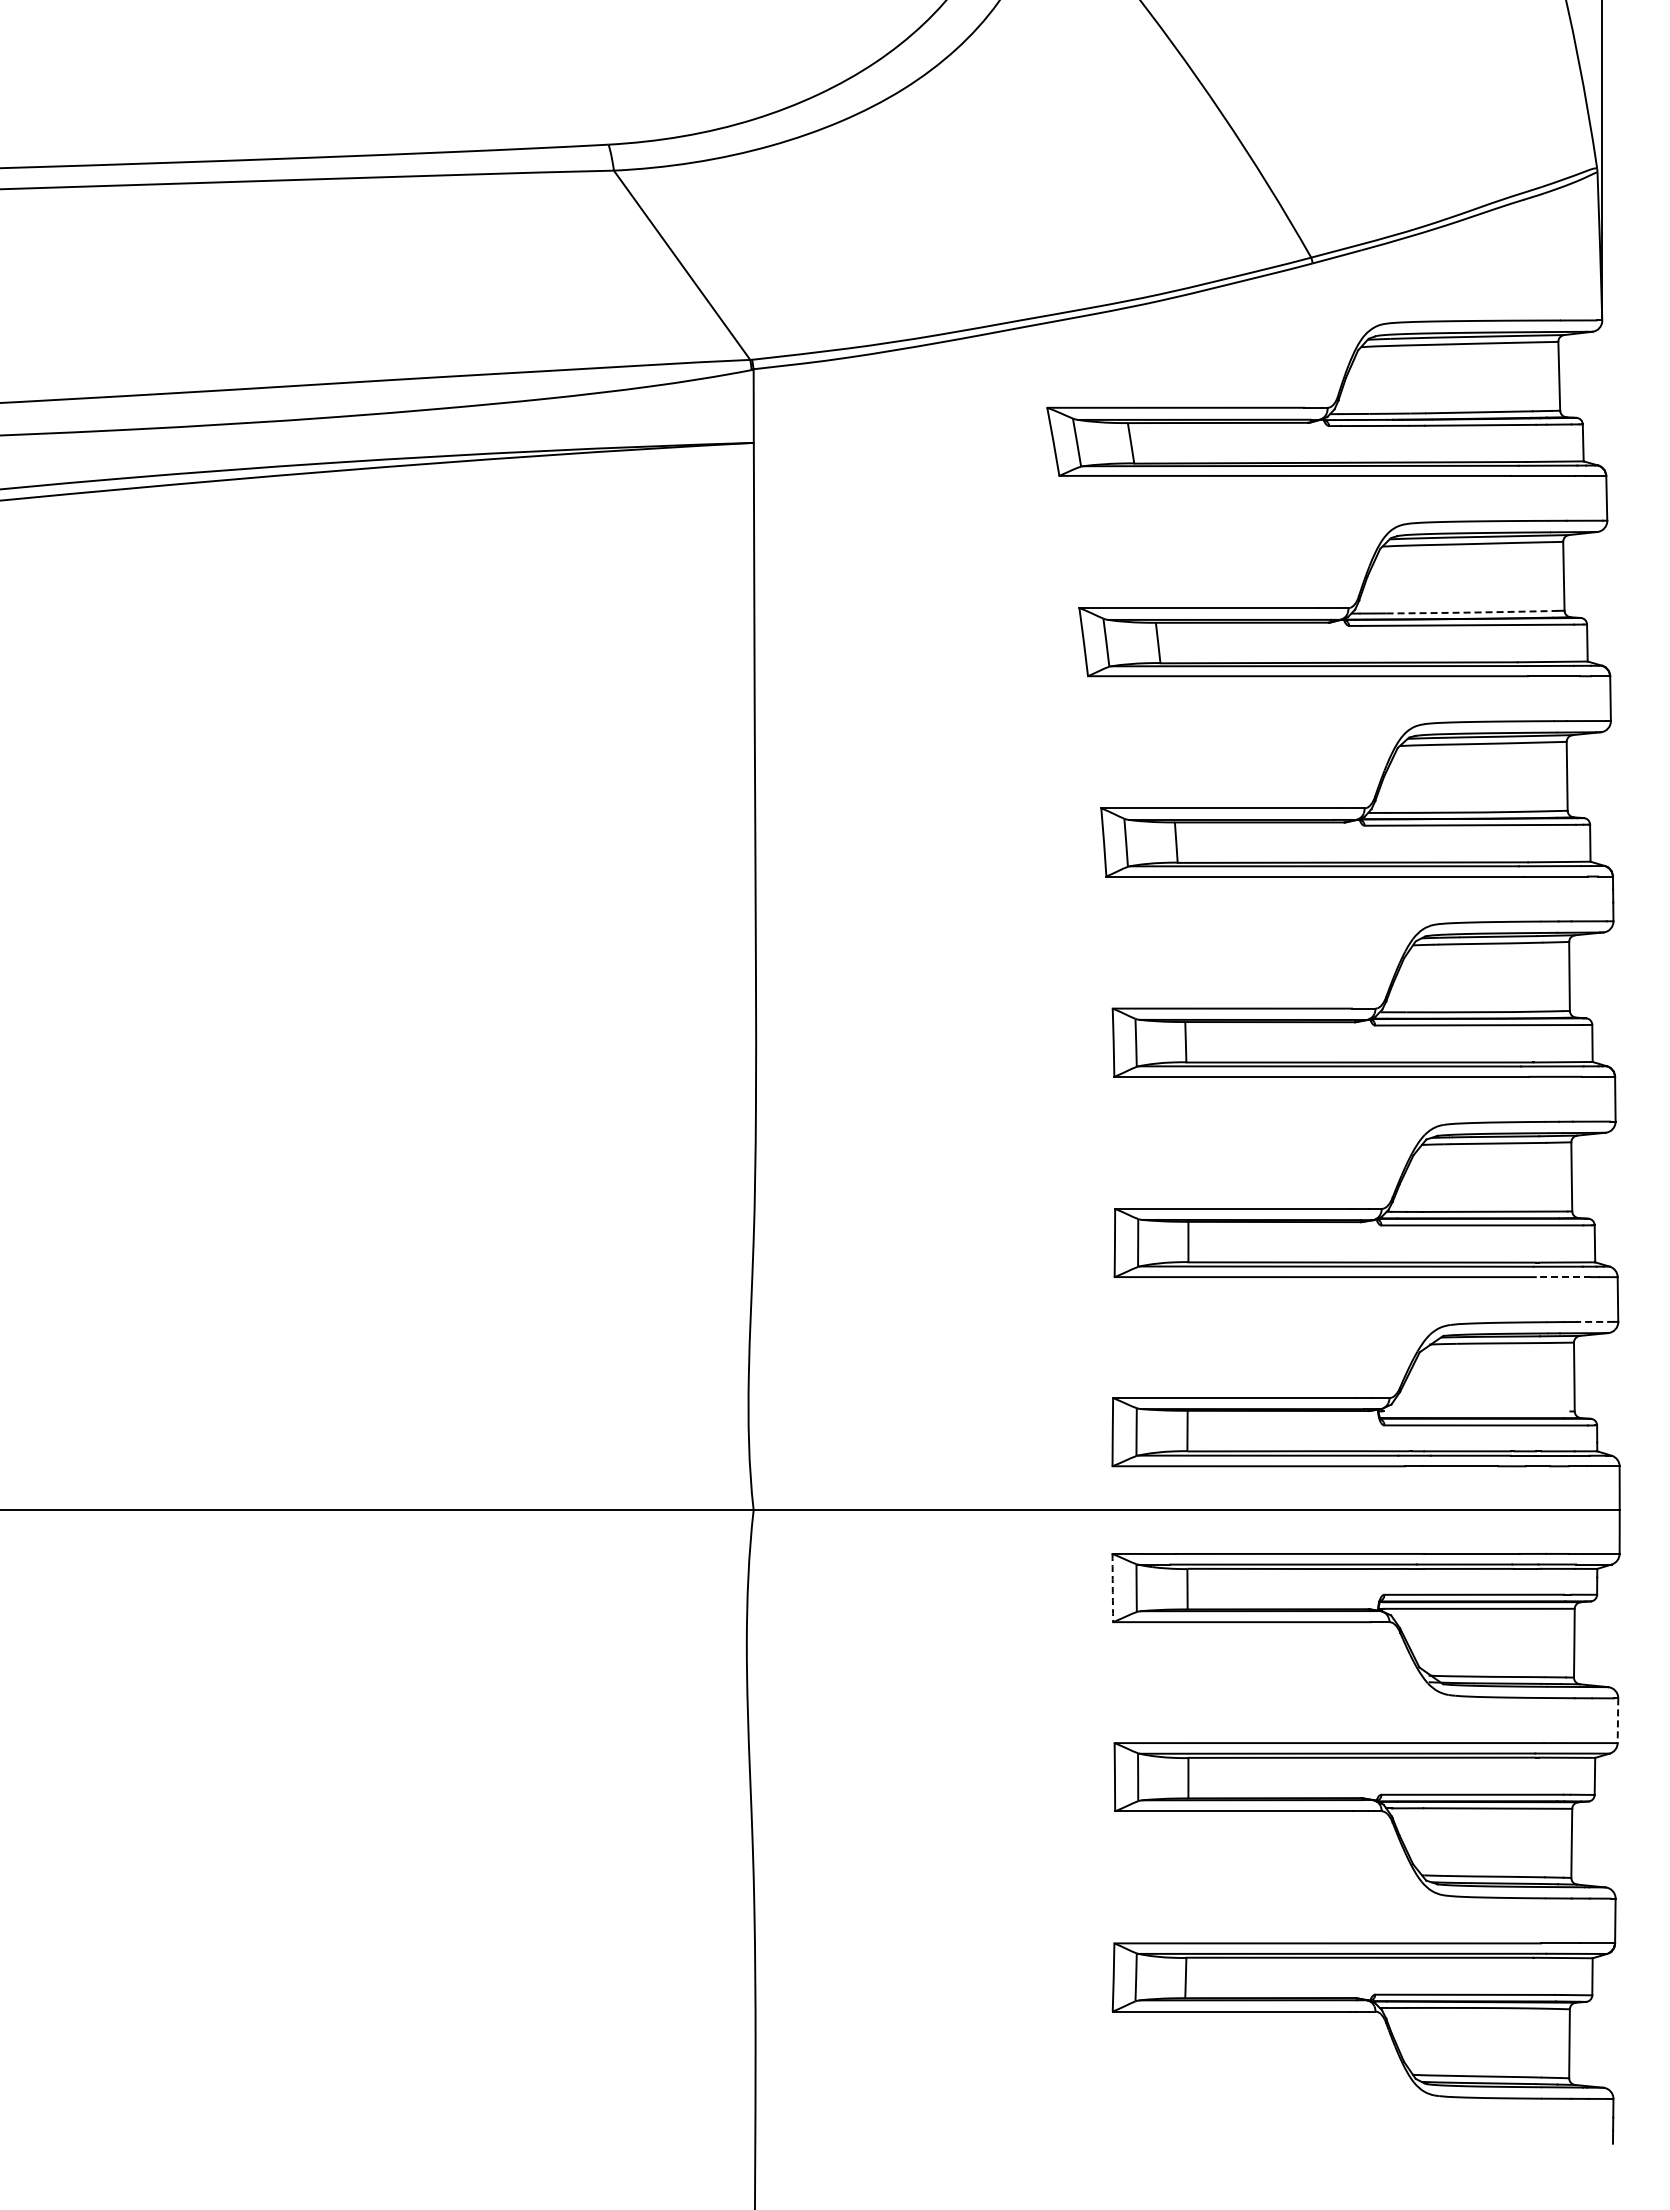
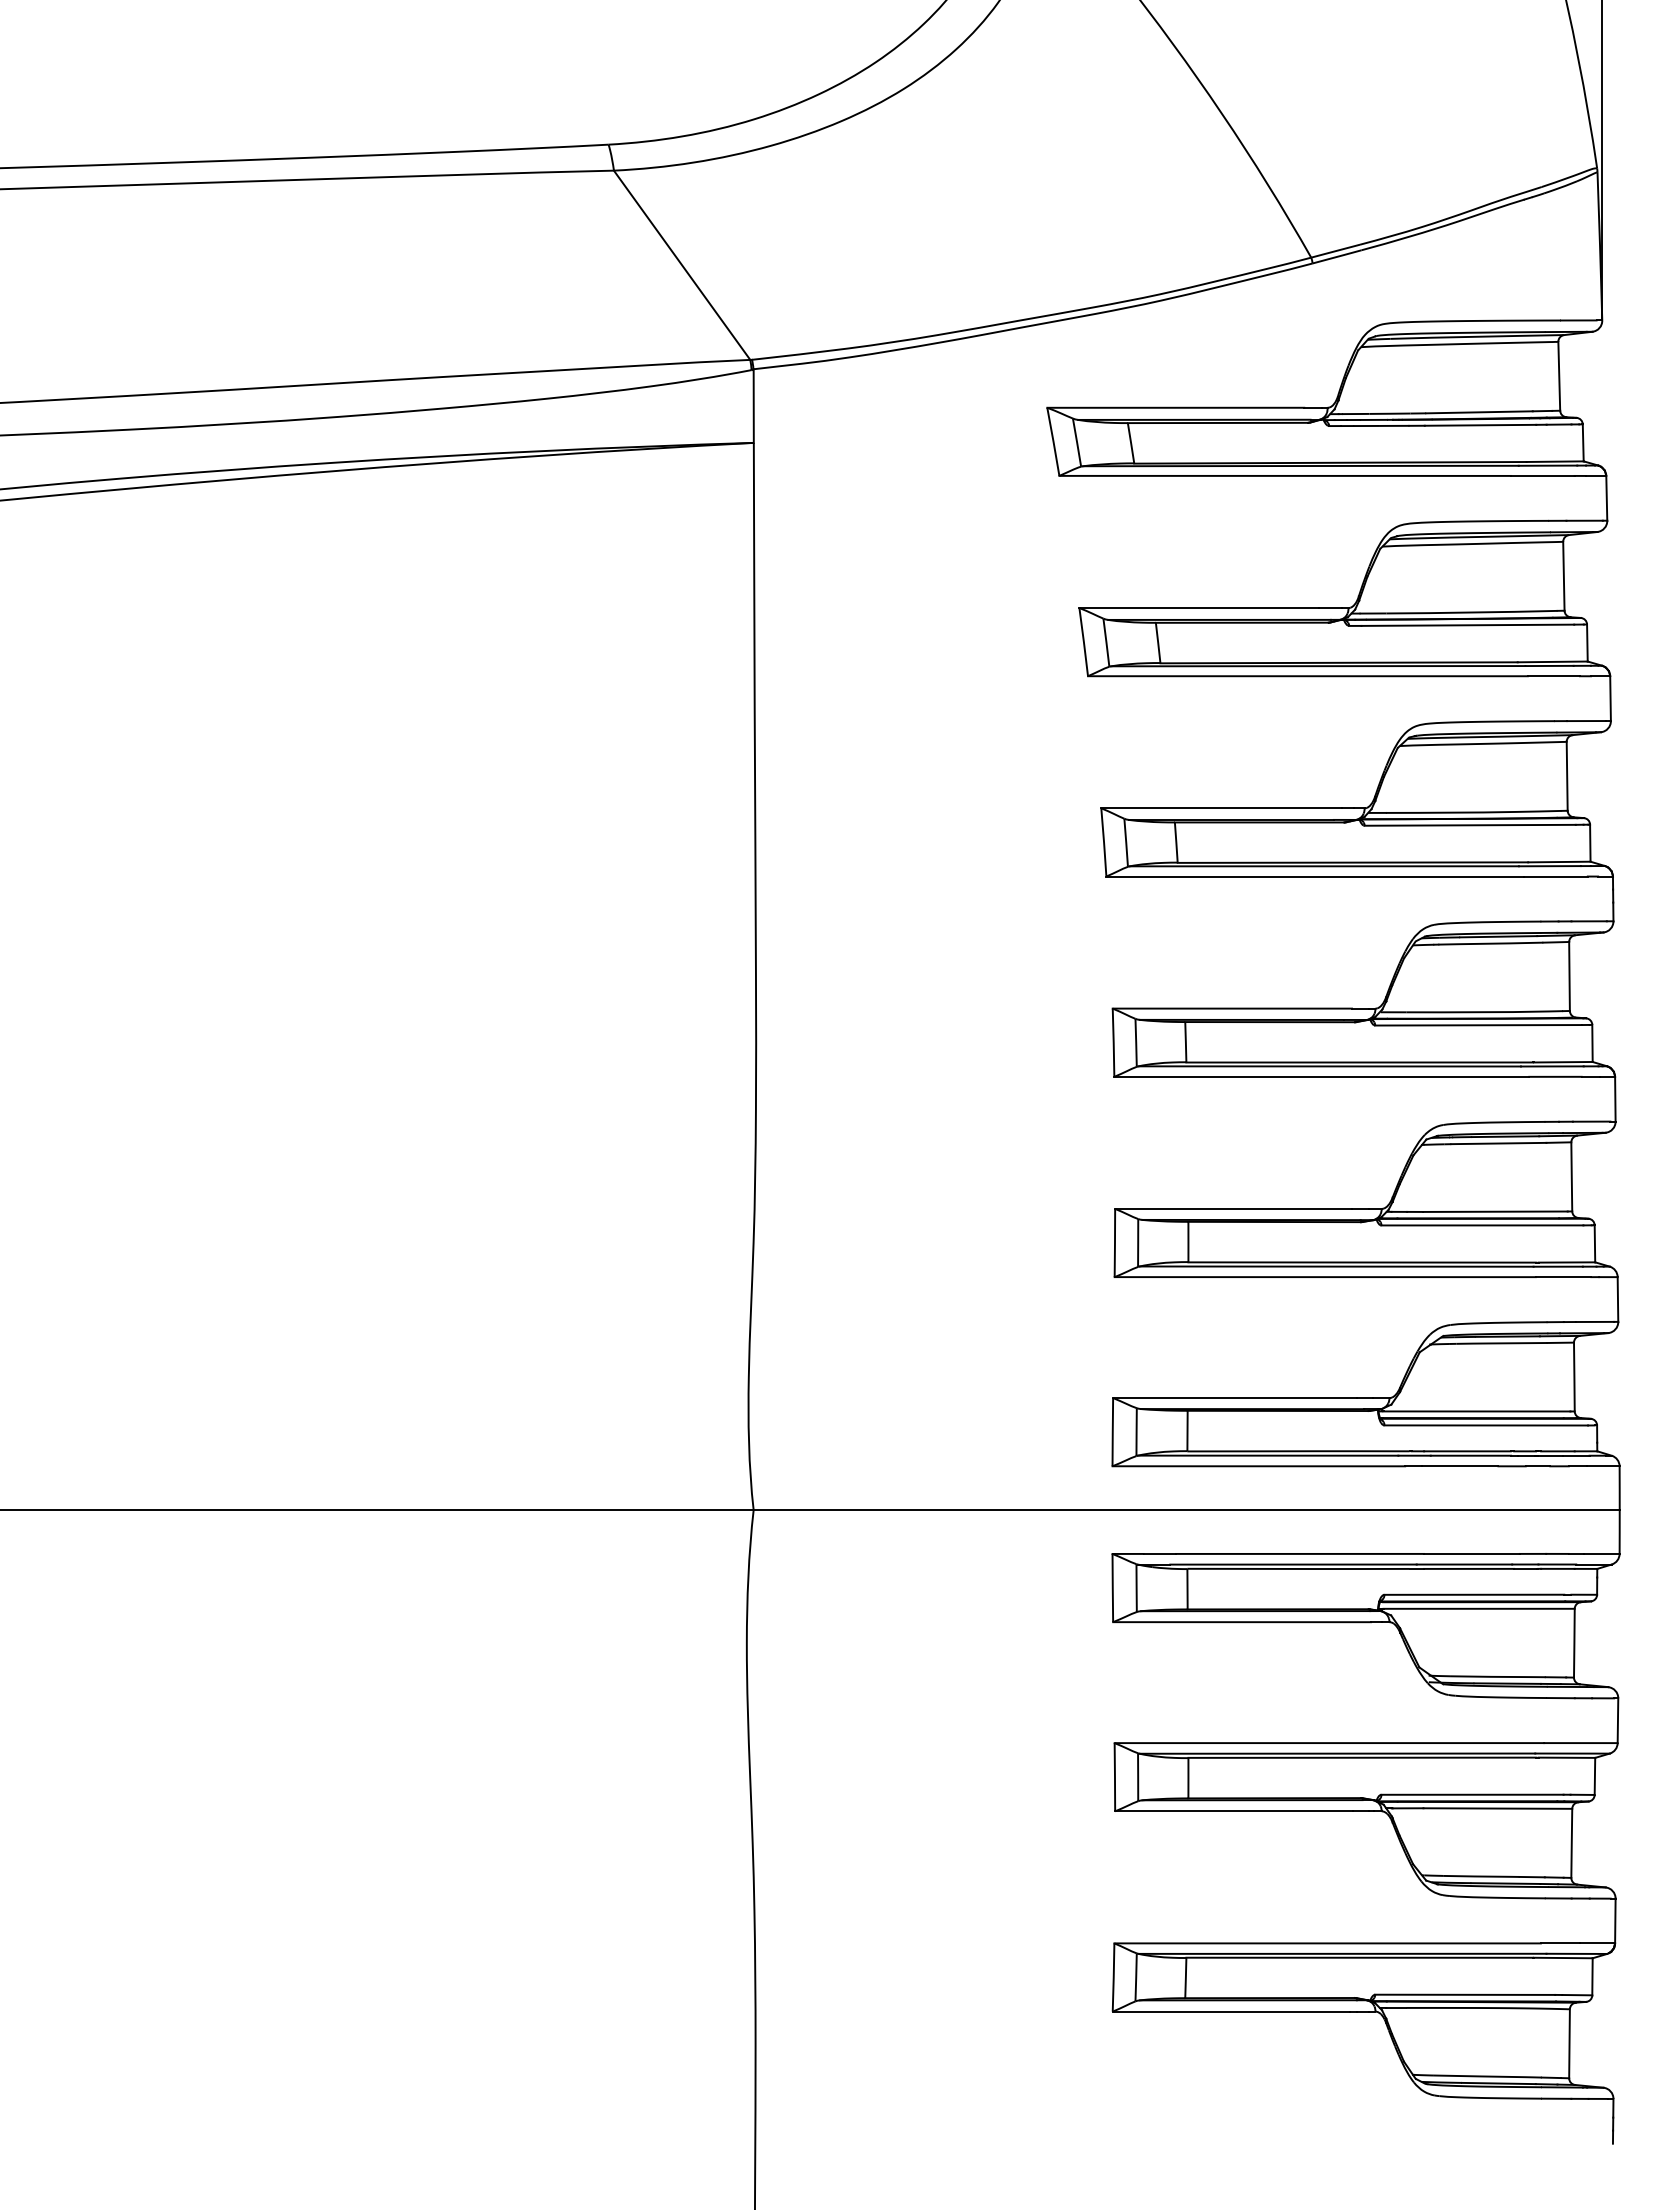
arc at (1472, 612): dashed -> solid
line at (1563, 1277): dashed -> solid
line at (1594, 1321): dashed -> solid
line at (1476, 1411): none -> present
arc at (1112, 1588): dashed -> solid
line at (1617, 1721): dashed -> solid
